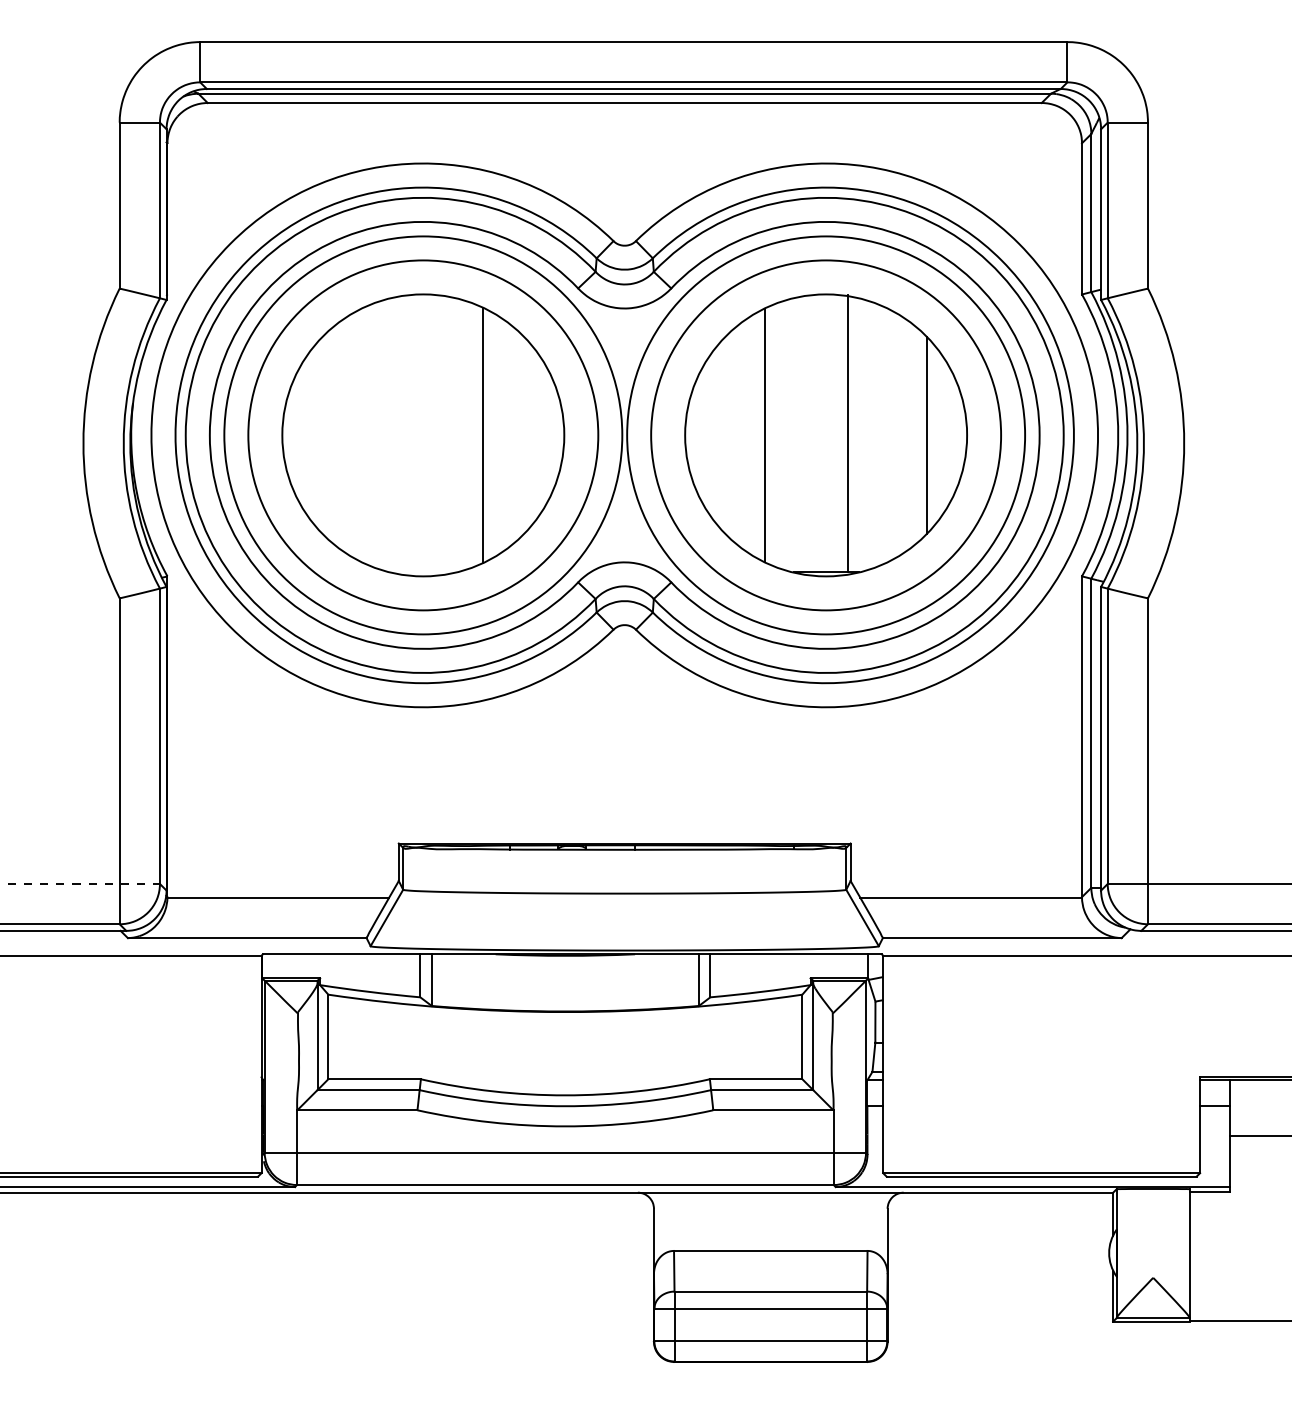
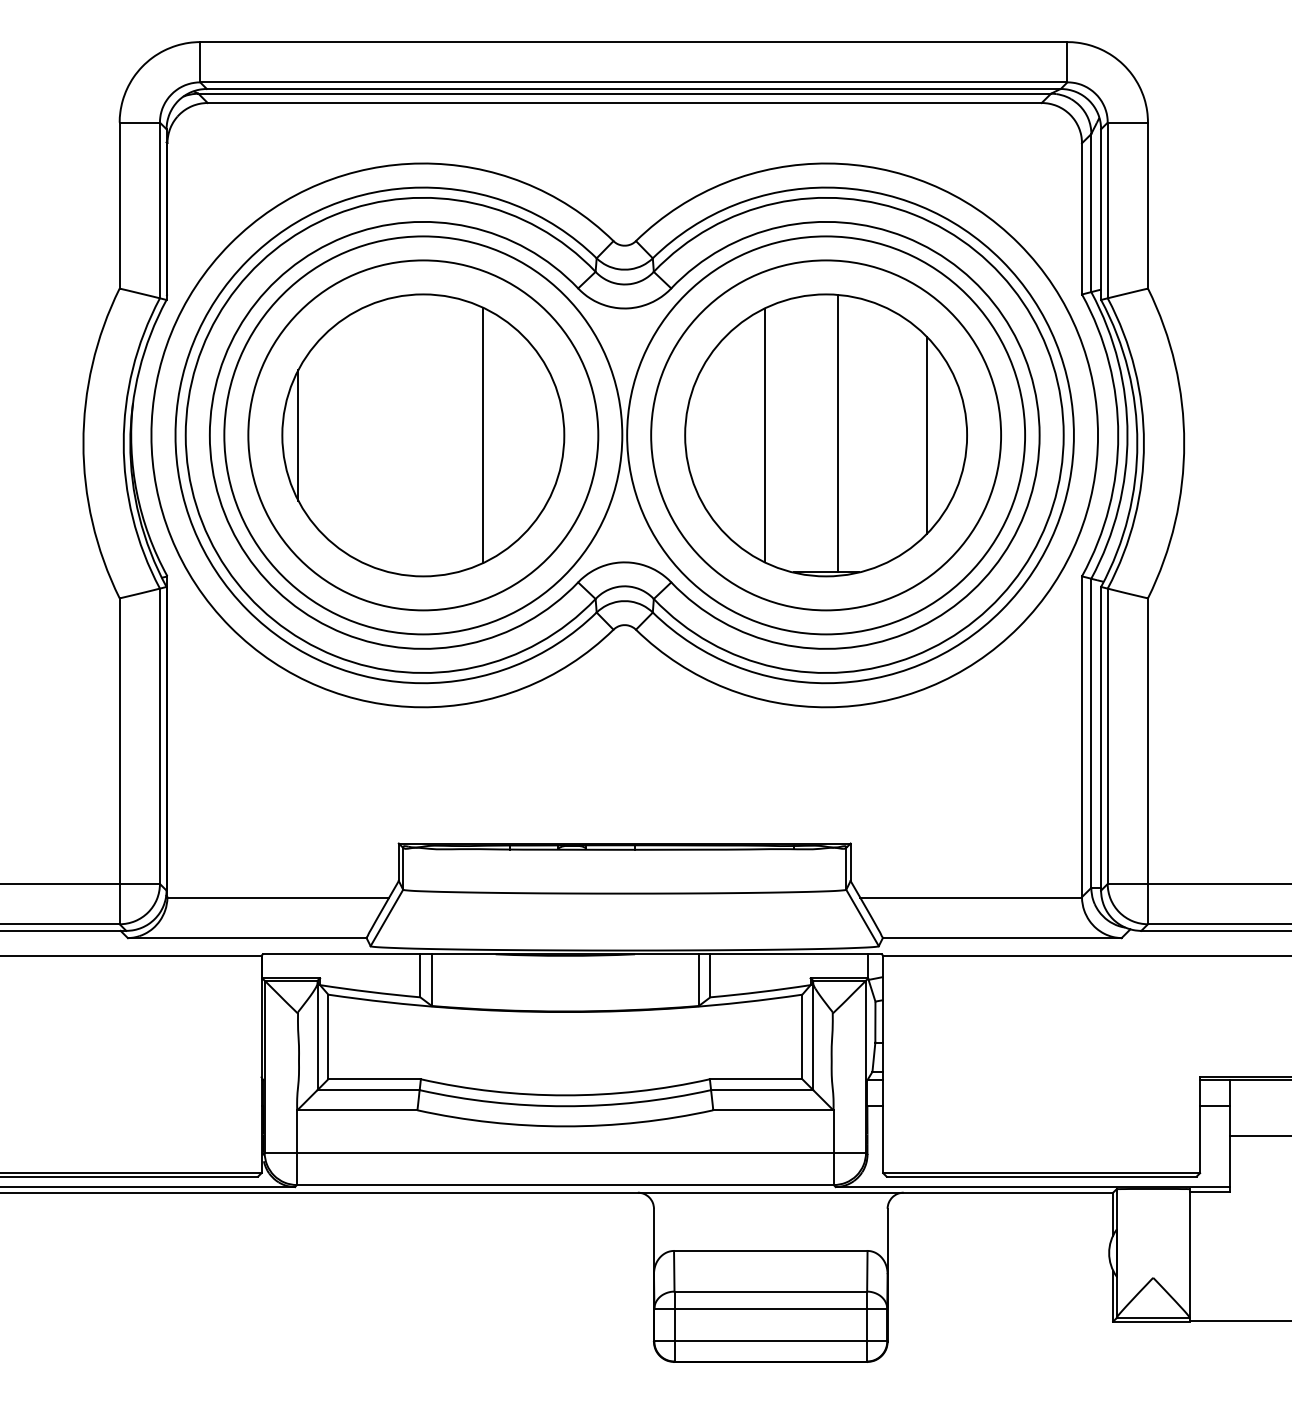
line at (848, 433) position: (848, 433) -> (838, 433)
line at (298, 435): none -> present
line at (79, 883): dashed -> solid
